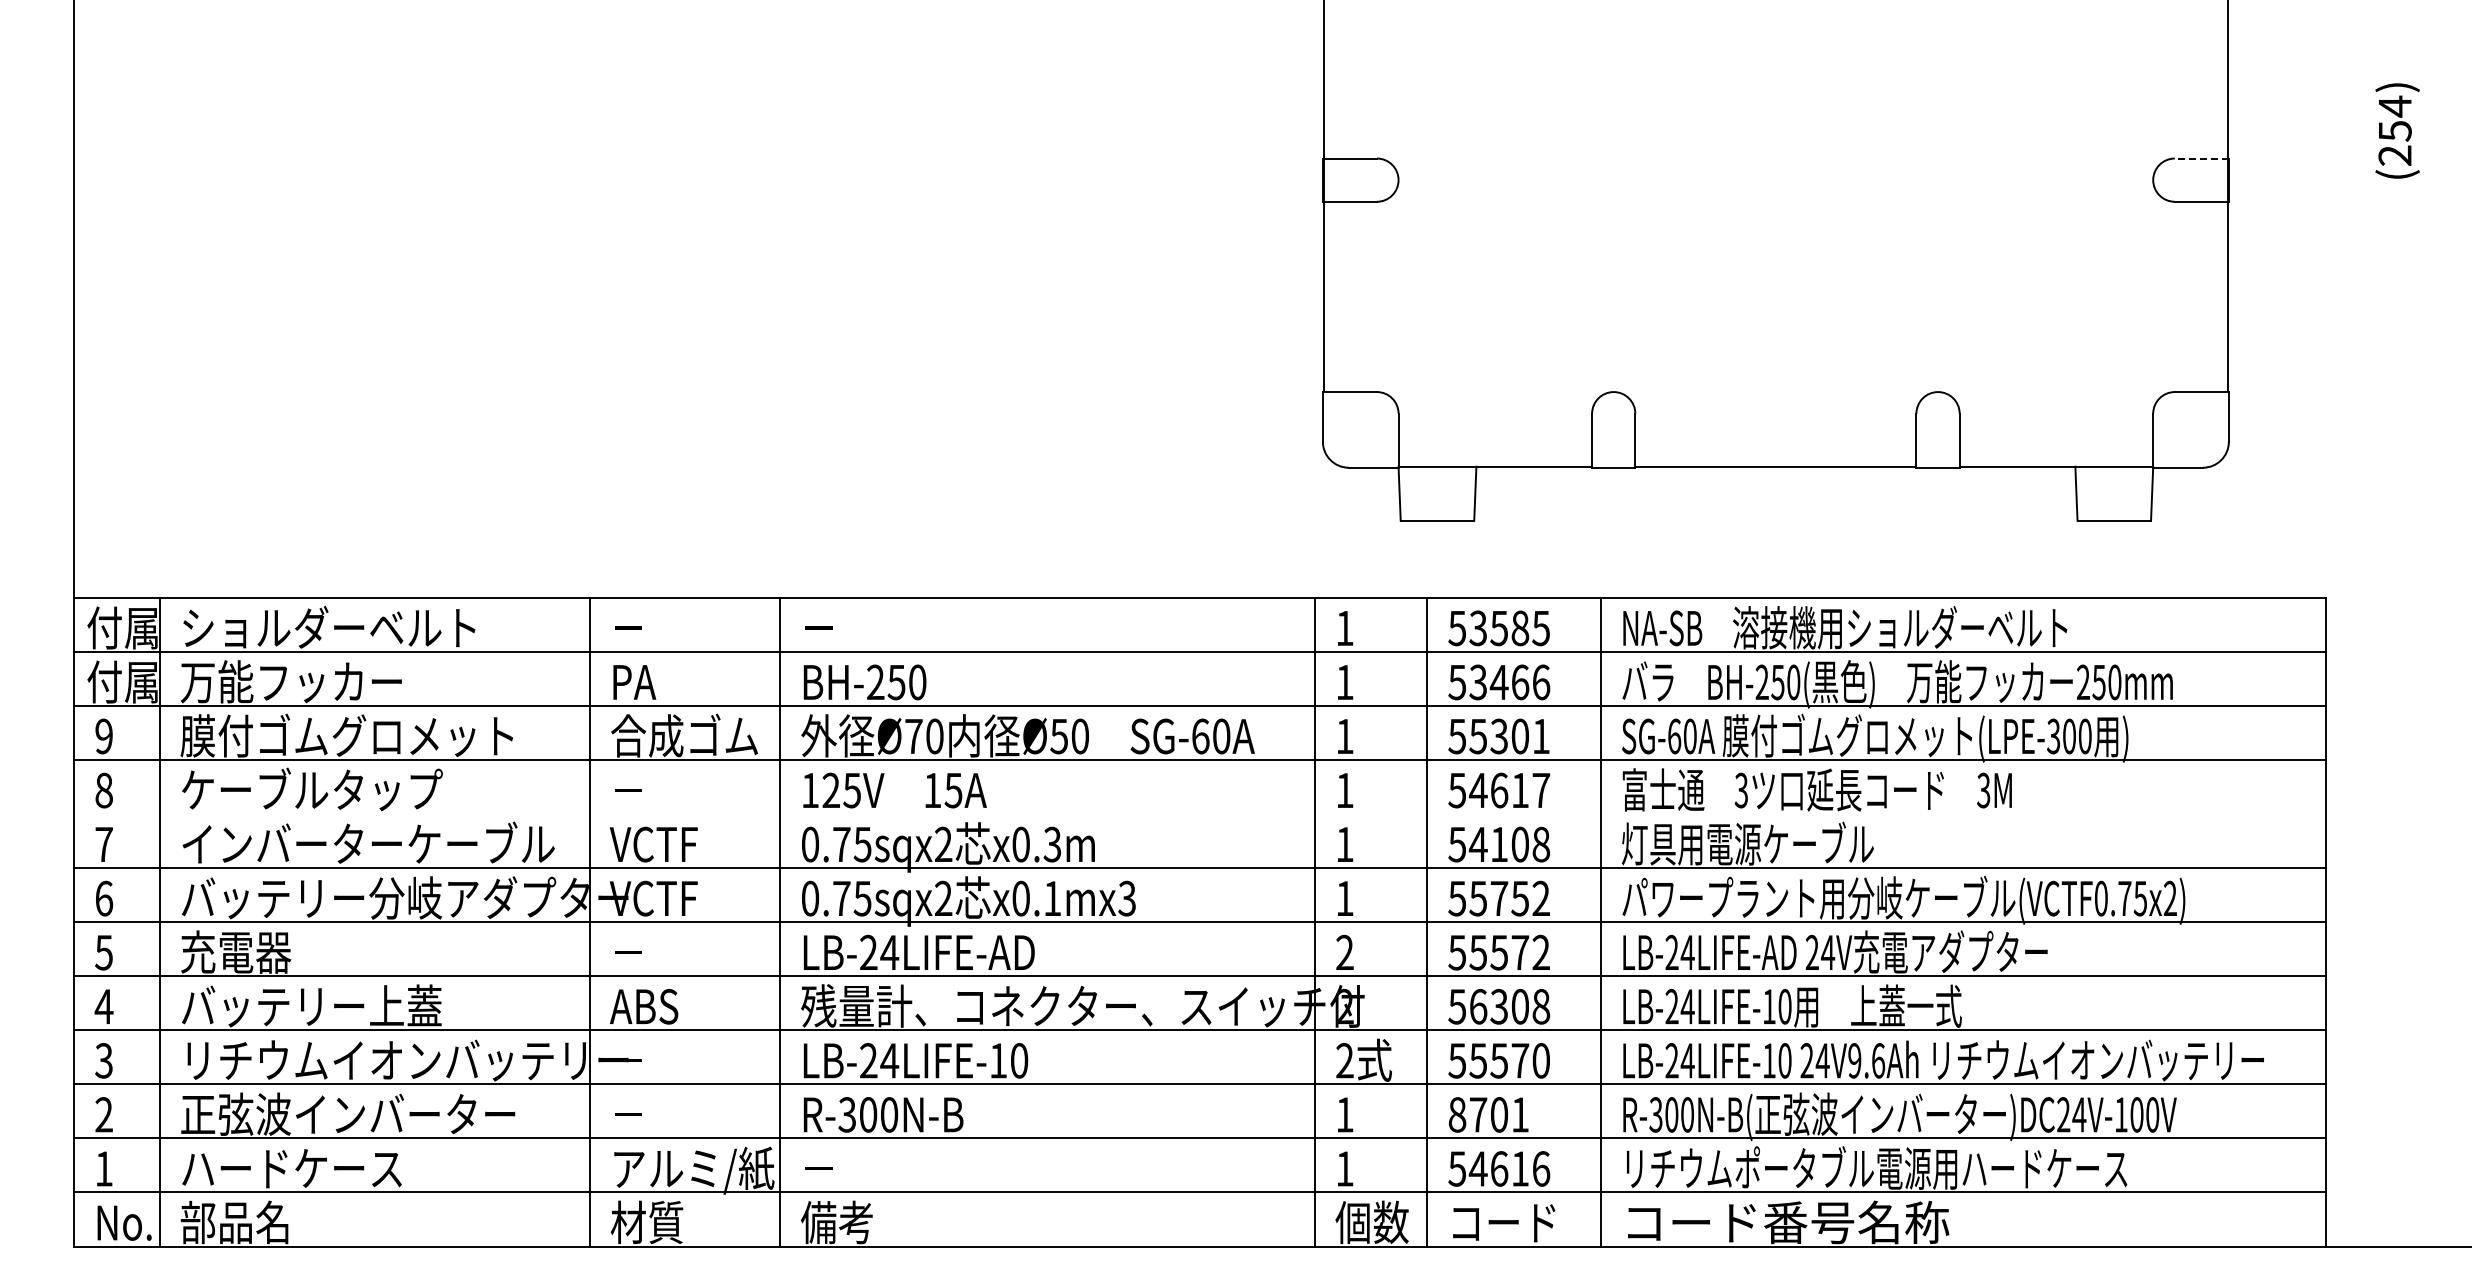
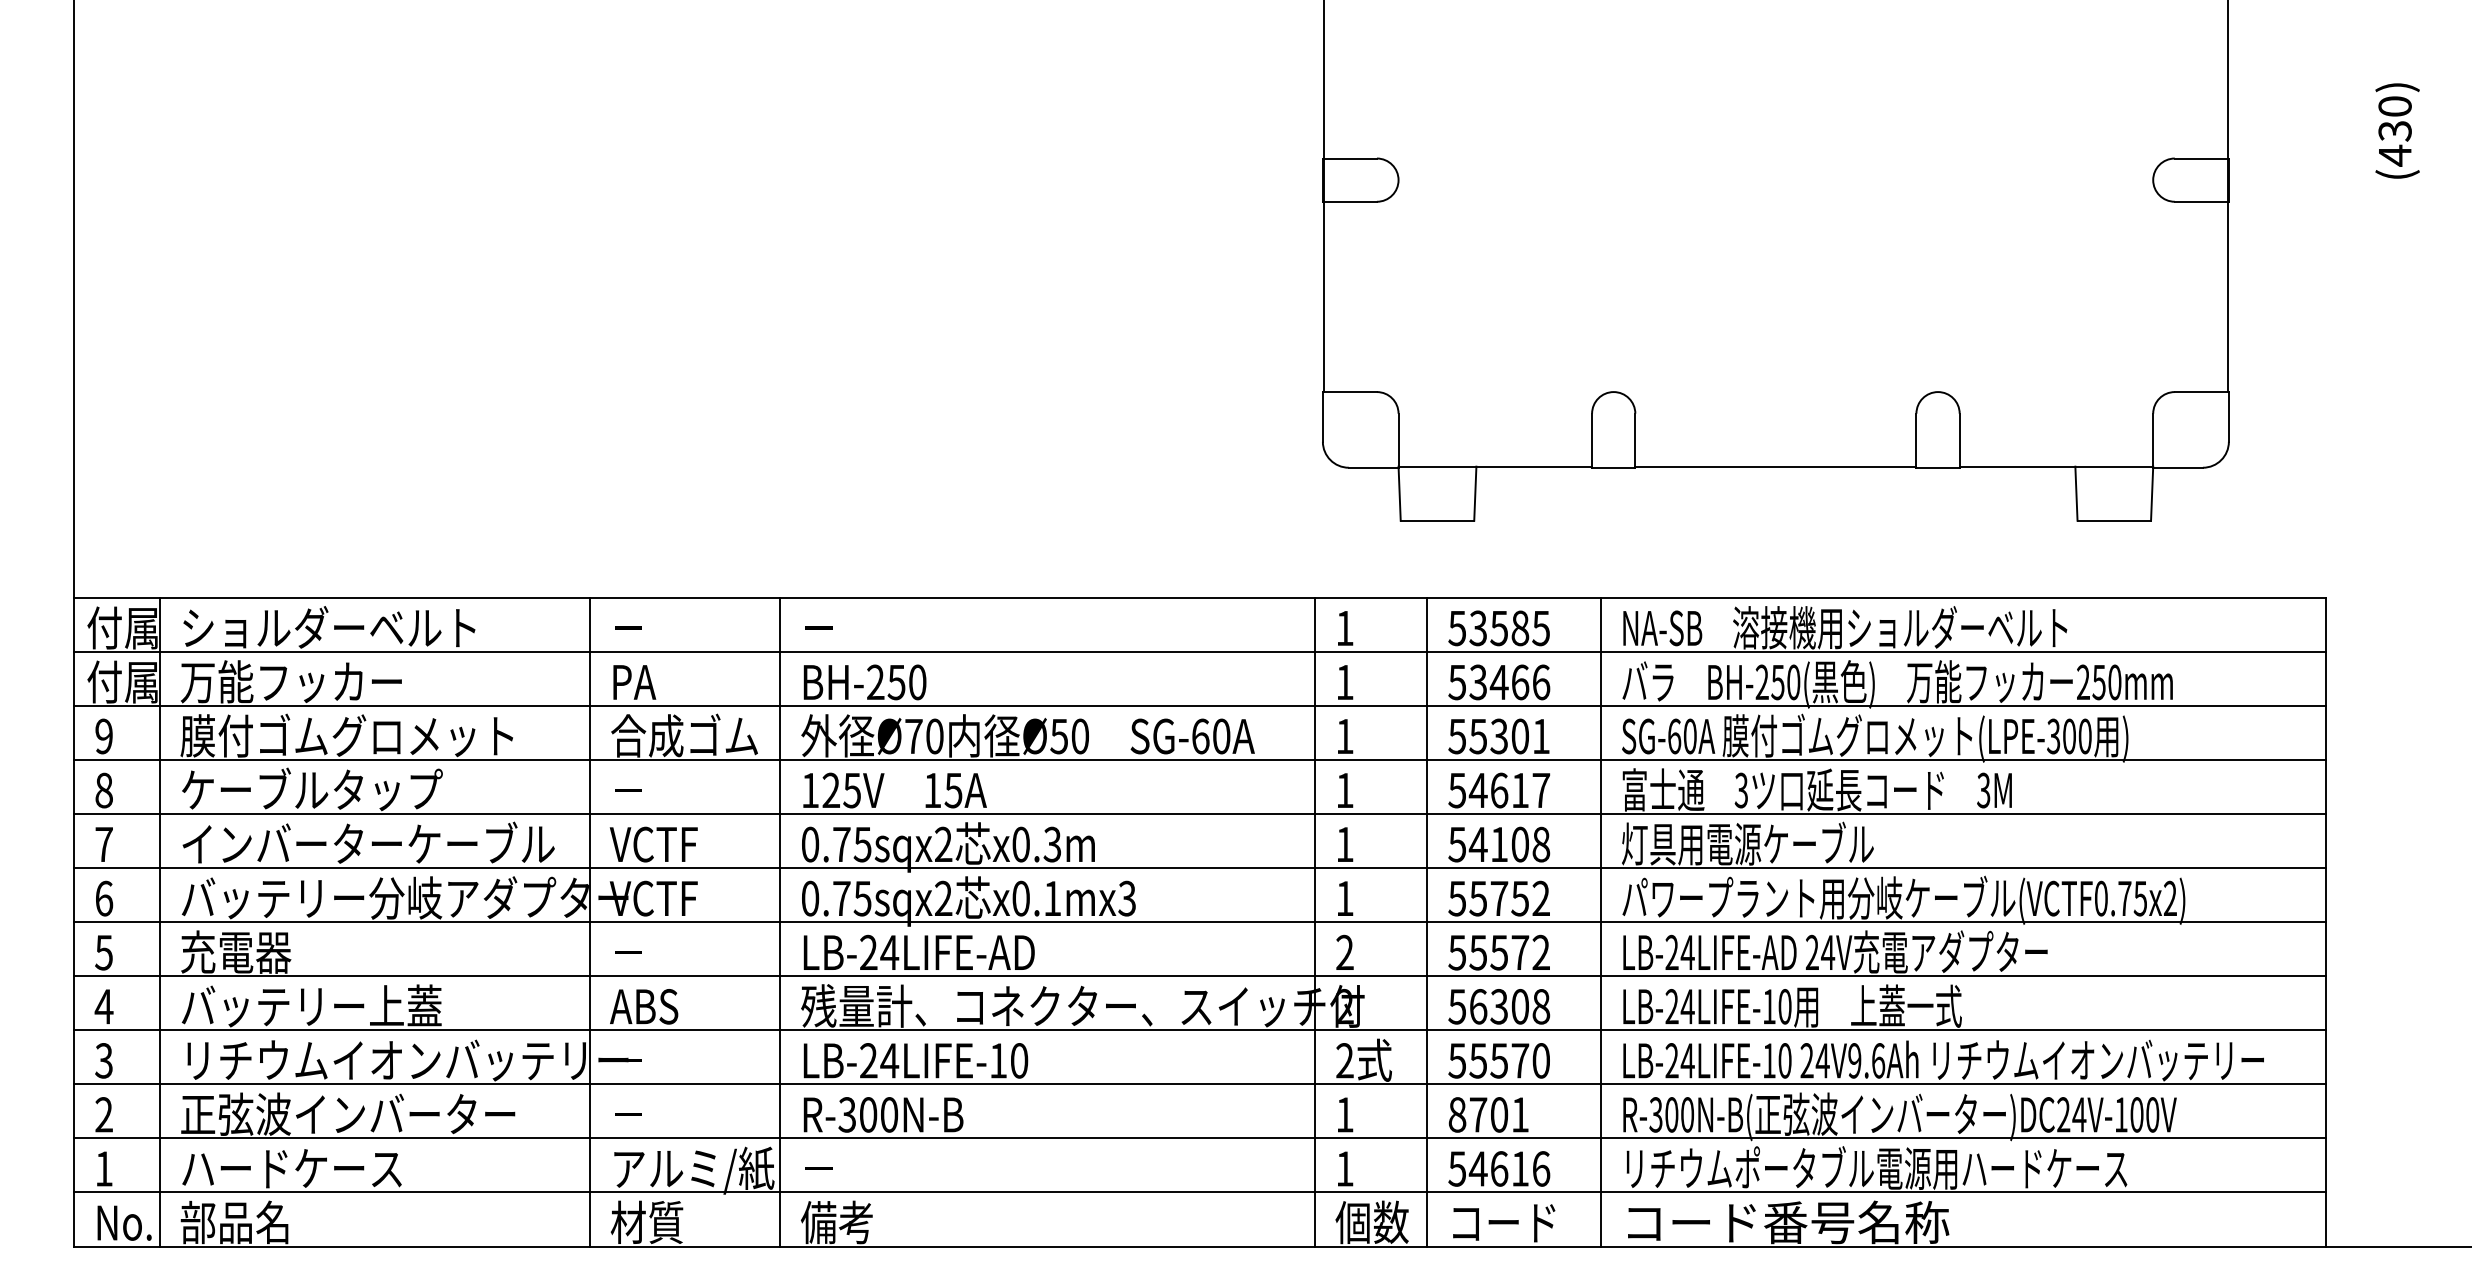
text at (2394, 130): (254) -> (430)
line at (2201, 158): dashed -> solid
line at (1200, 814): none -> present
